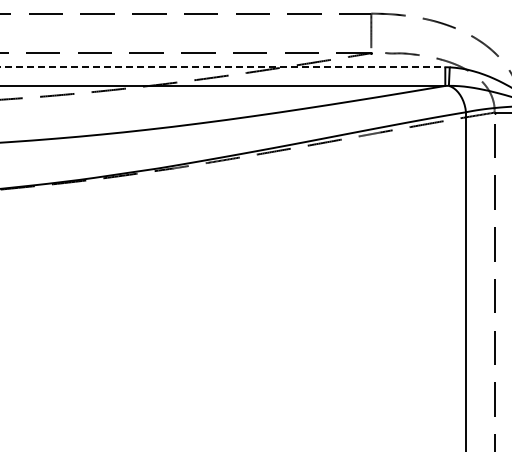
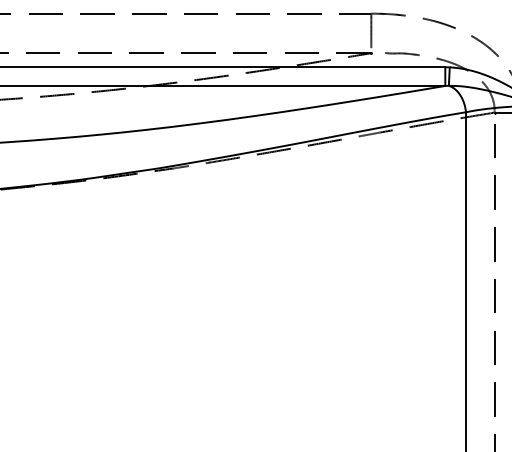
line at (223, 67): dashed -> solid
